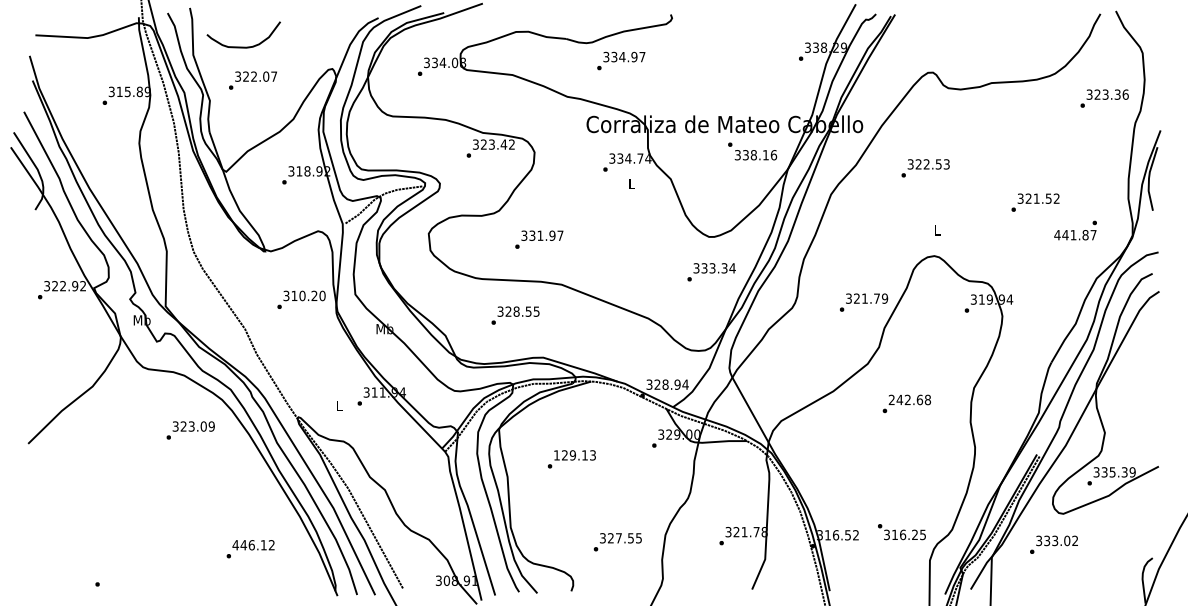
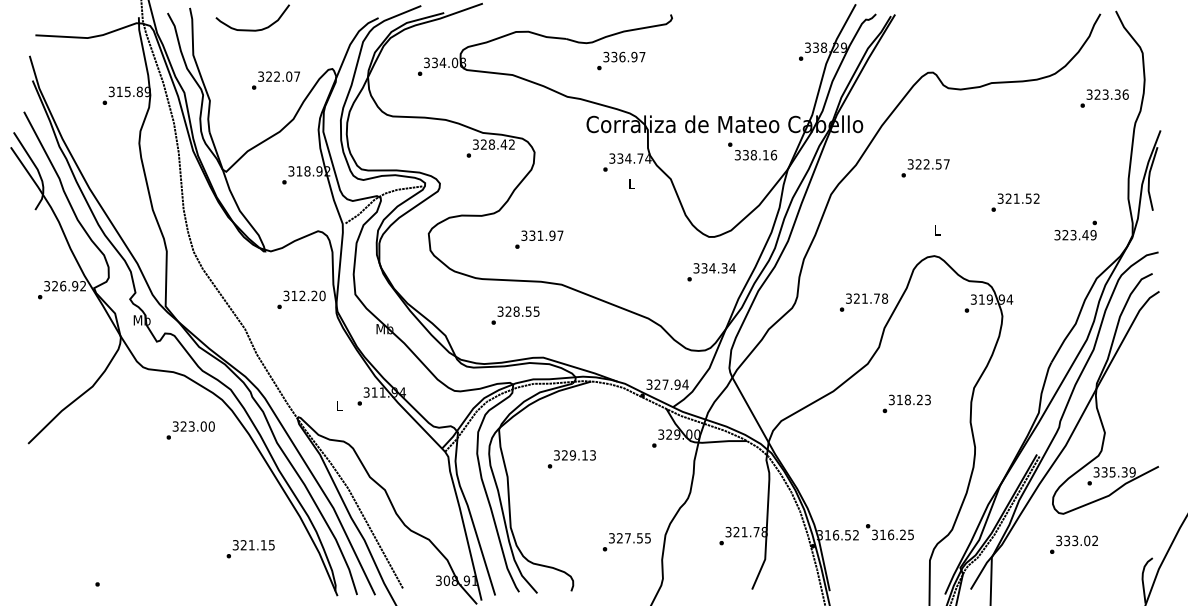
curve at (243, 46) position: (243, 46) -> (252, 29)
text at (622, 56): 334.97 -> 336.97
text at (252, 80) position: (252, 80) -> (275, 80)
text at (491, 144): 323.42 -> 328.42
text at (946, 164): 322.53 -> 322.57
text at (1035, 202) position: (1035, 202) -> (1015, 202)
text at (1075, 235): 441.87 -> 323.49
text at (712, 268): 333.34 -> 334.34
text at (63, 286): 322.92 -> 326.92
text at (302, 295): 310.20 -> 312.20
text at (885, 298): 321.79 -> 321.78
text at (665, 384): 328.94 -> 327.94
text at (909, 399): 242.68 -> 318.23
text at (211, 426): 323.09 -> 323.00
text at (556, 455): 129.13 -> 329.13
text at (901, 532) position: (901, 532) -> (889, 532)
text at (617, 542) position: (617, 542) -> (626, 542)
text at (1053, 544) position: (1053, 544) -> (1073, 544)
text at (253, 545): 446.12 -> 321.15
